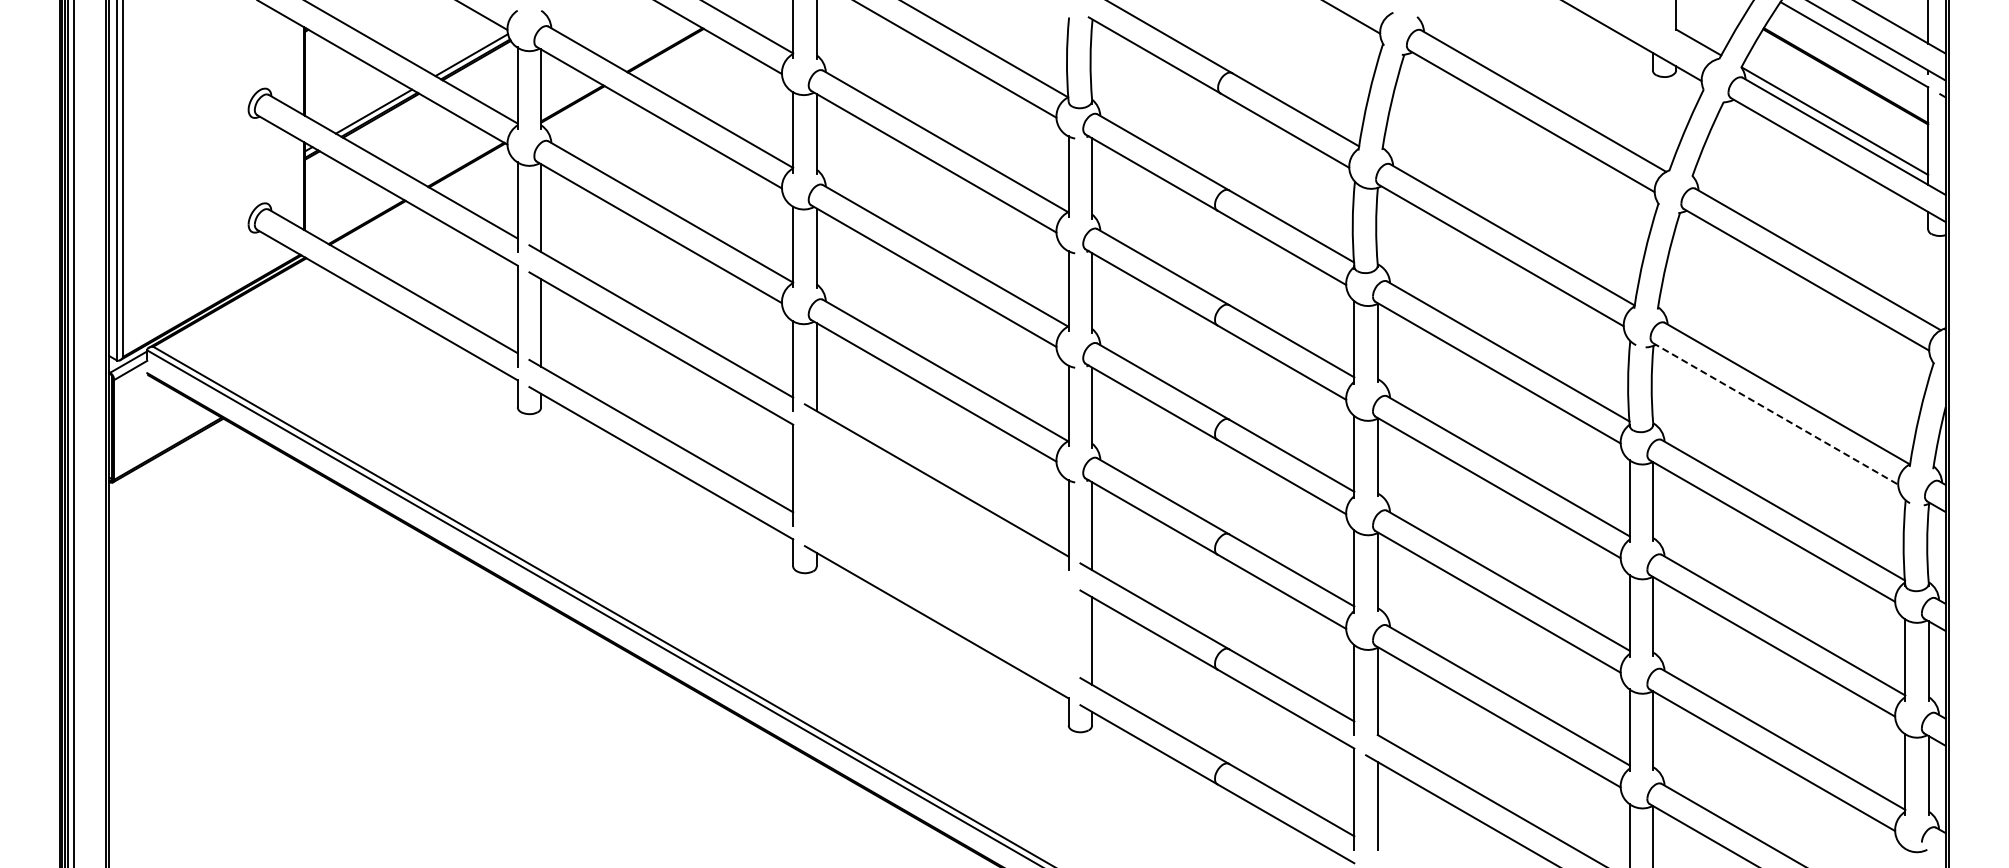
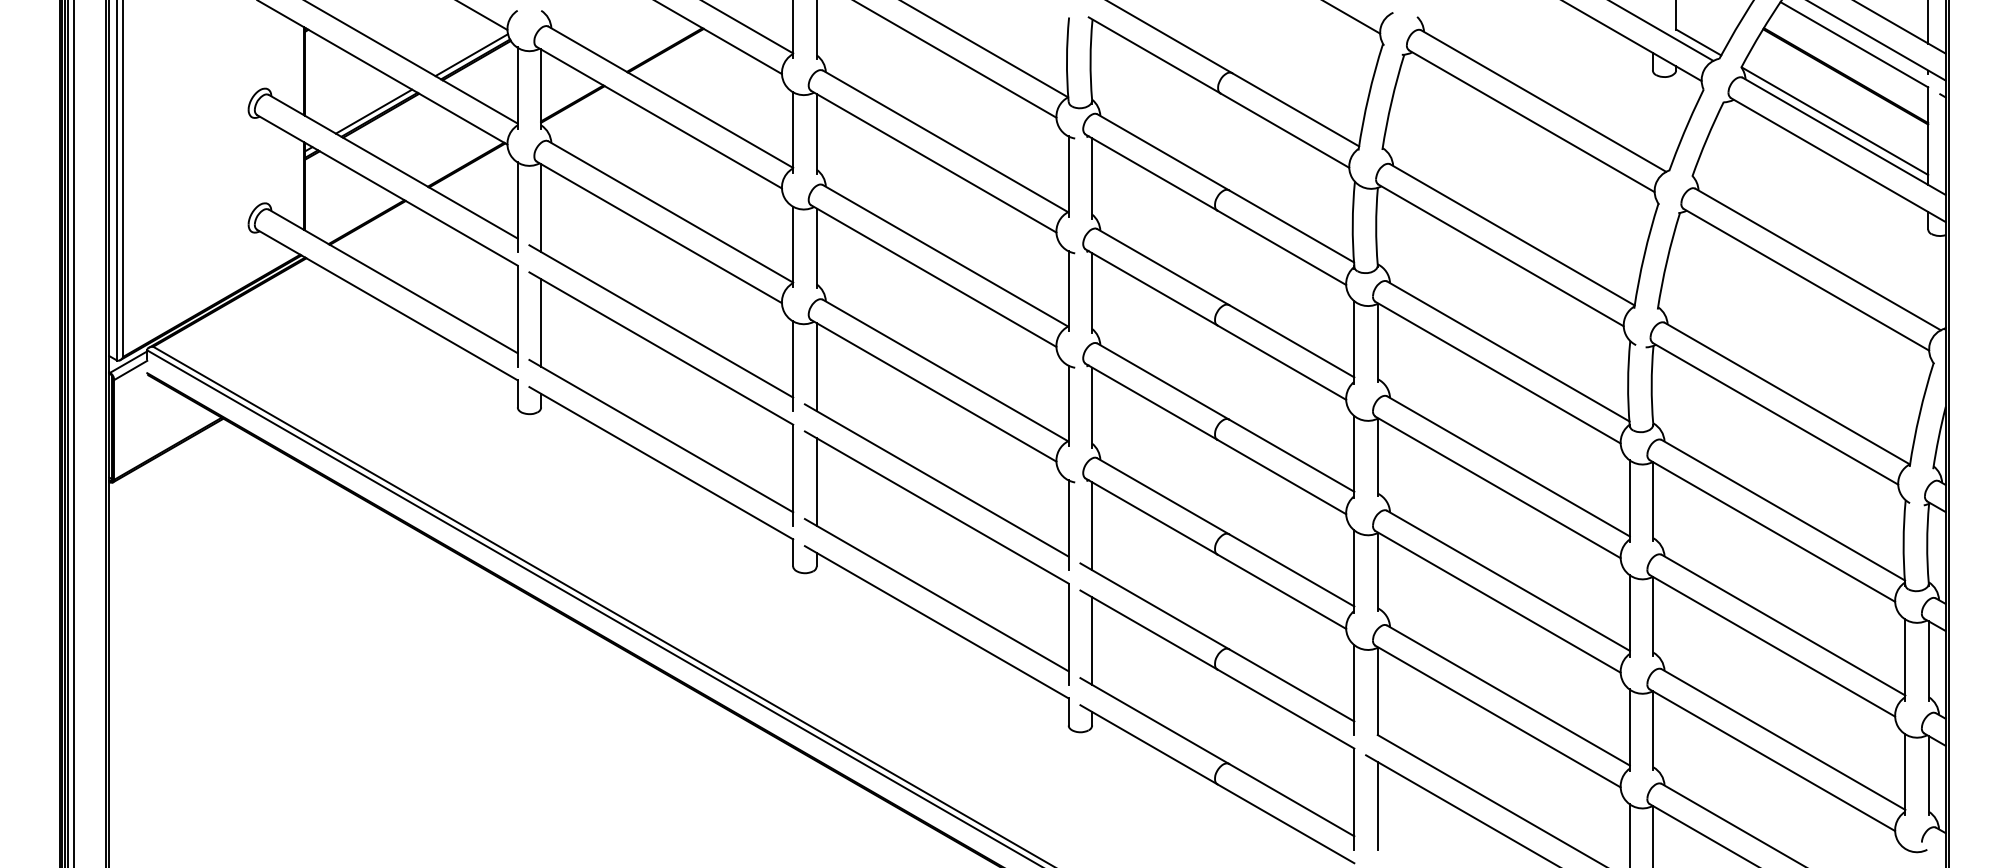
line at (1662, 31): none -> present
line at (1775, 413): dashed -> solid
part at (936, 557): none -> present
